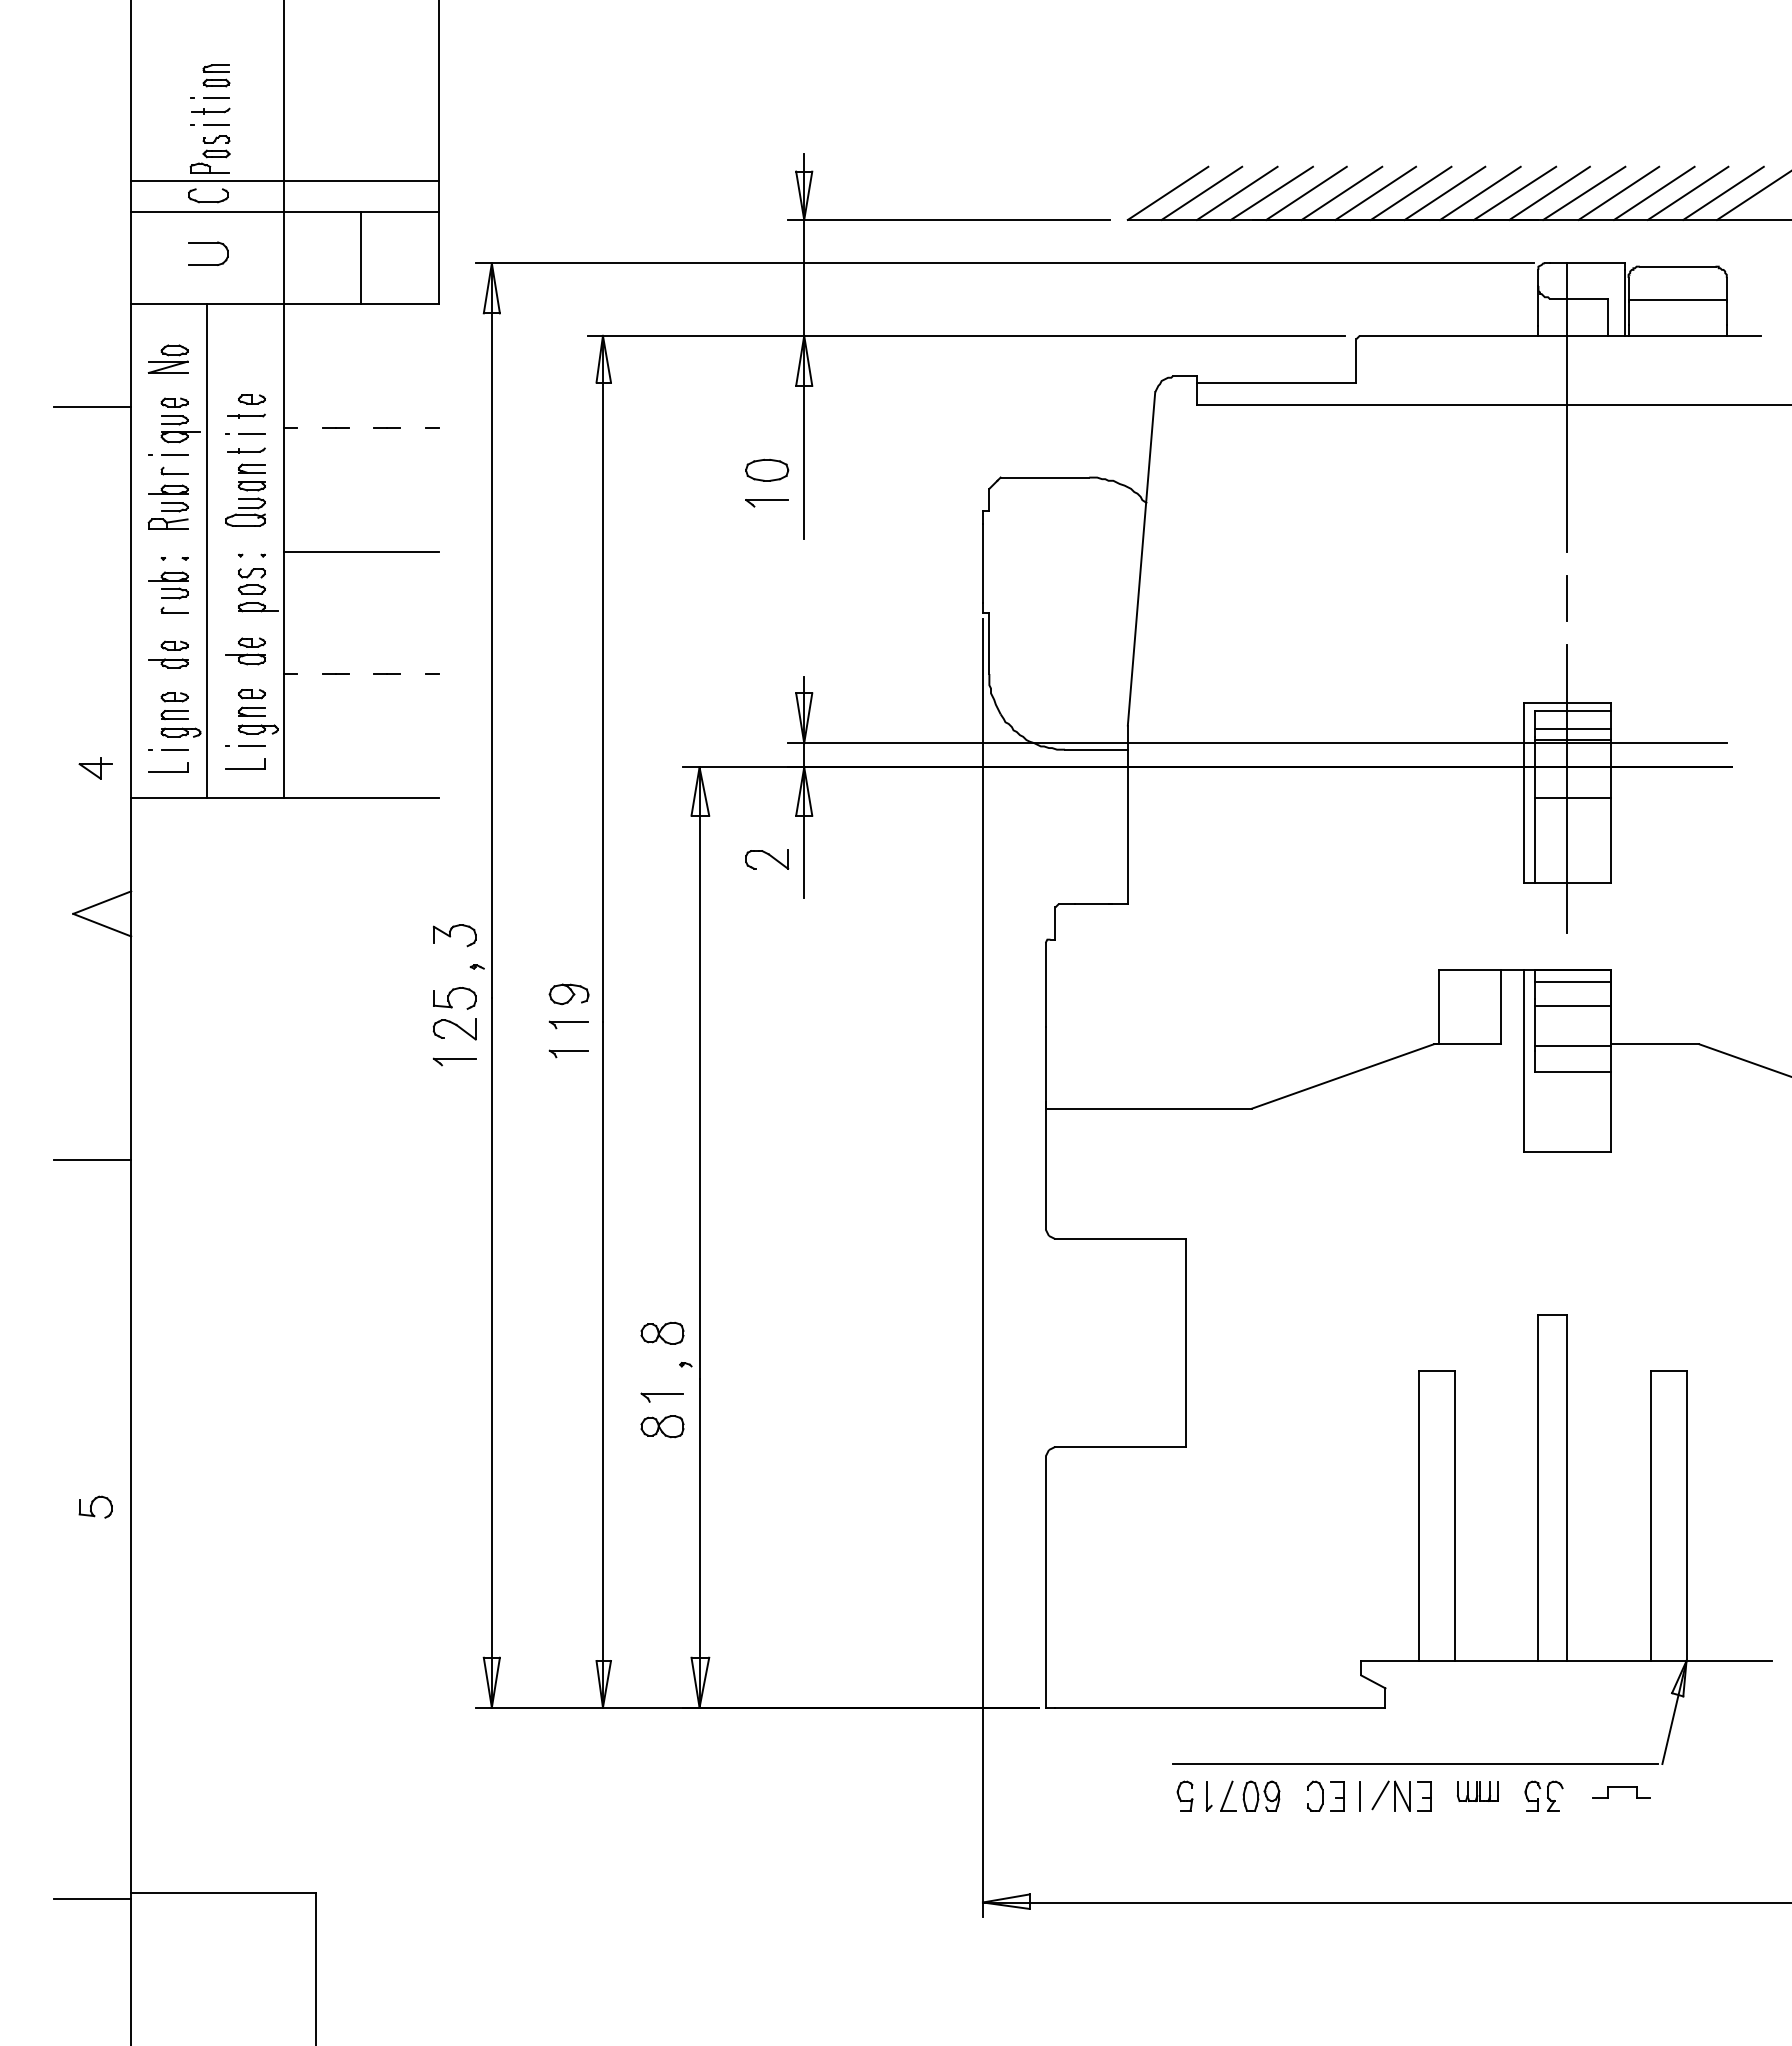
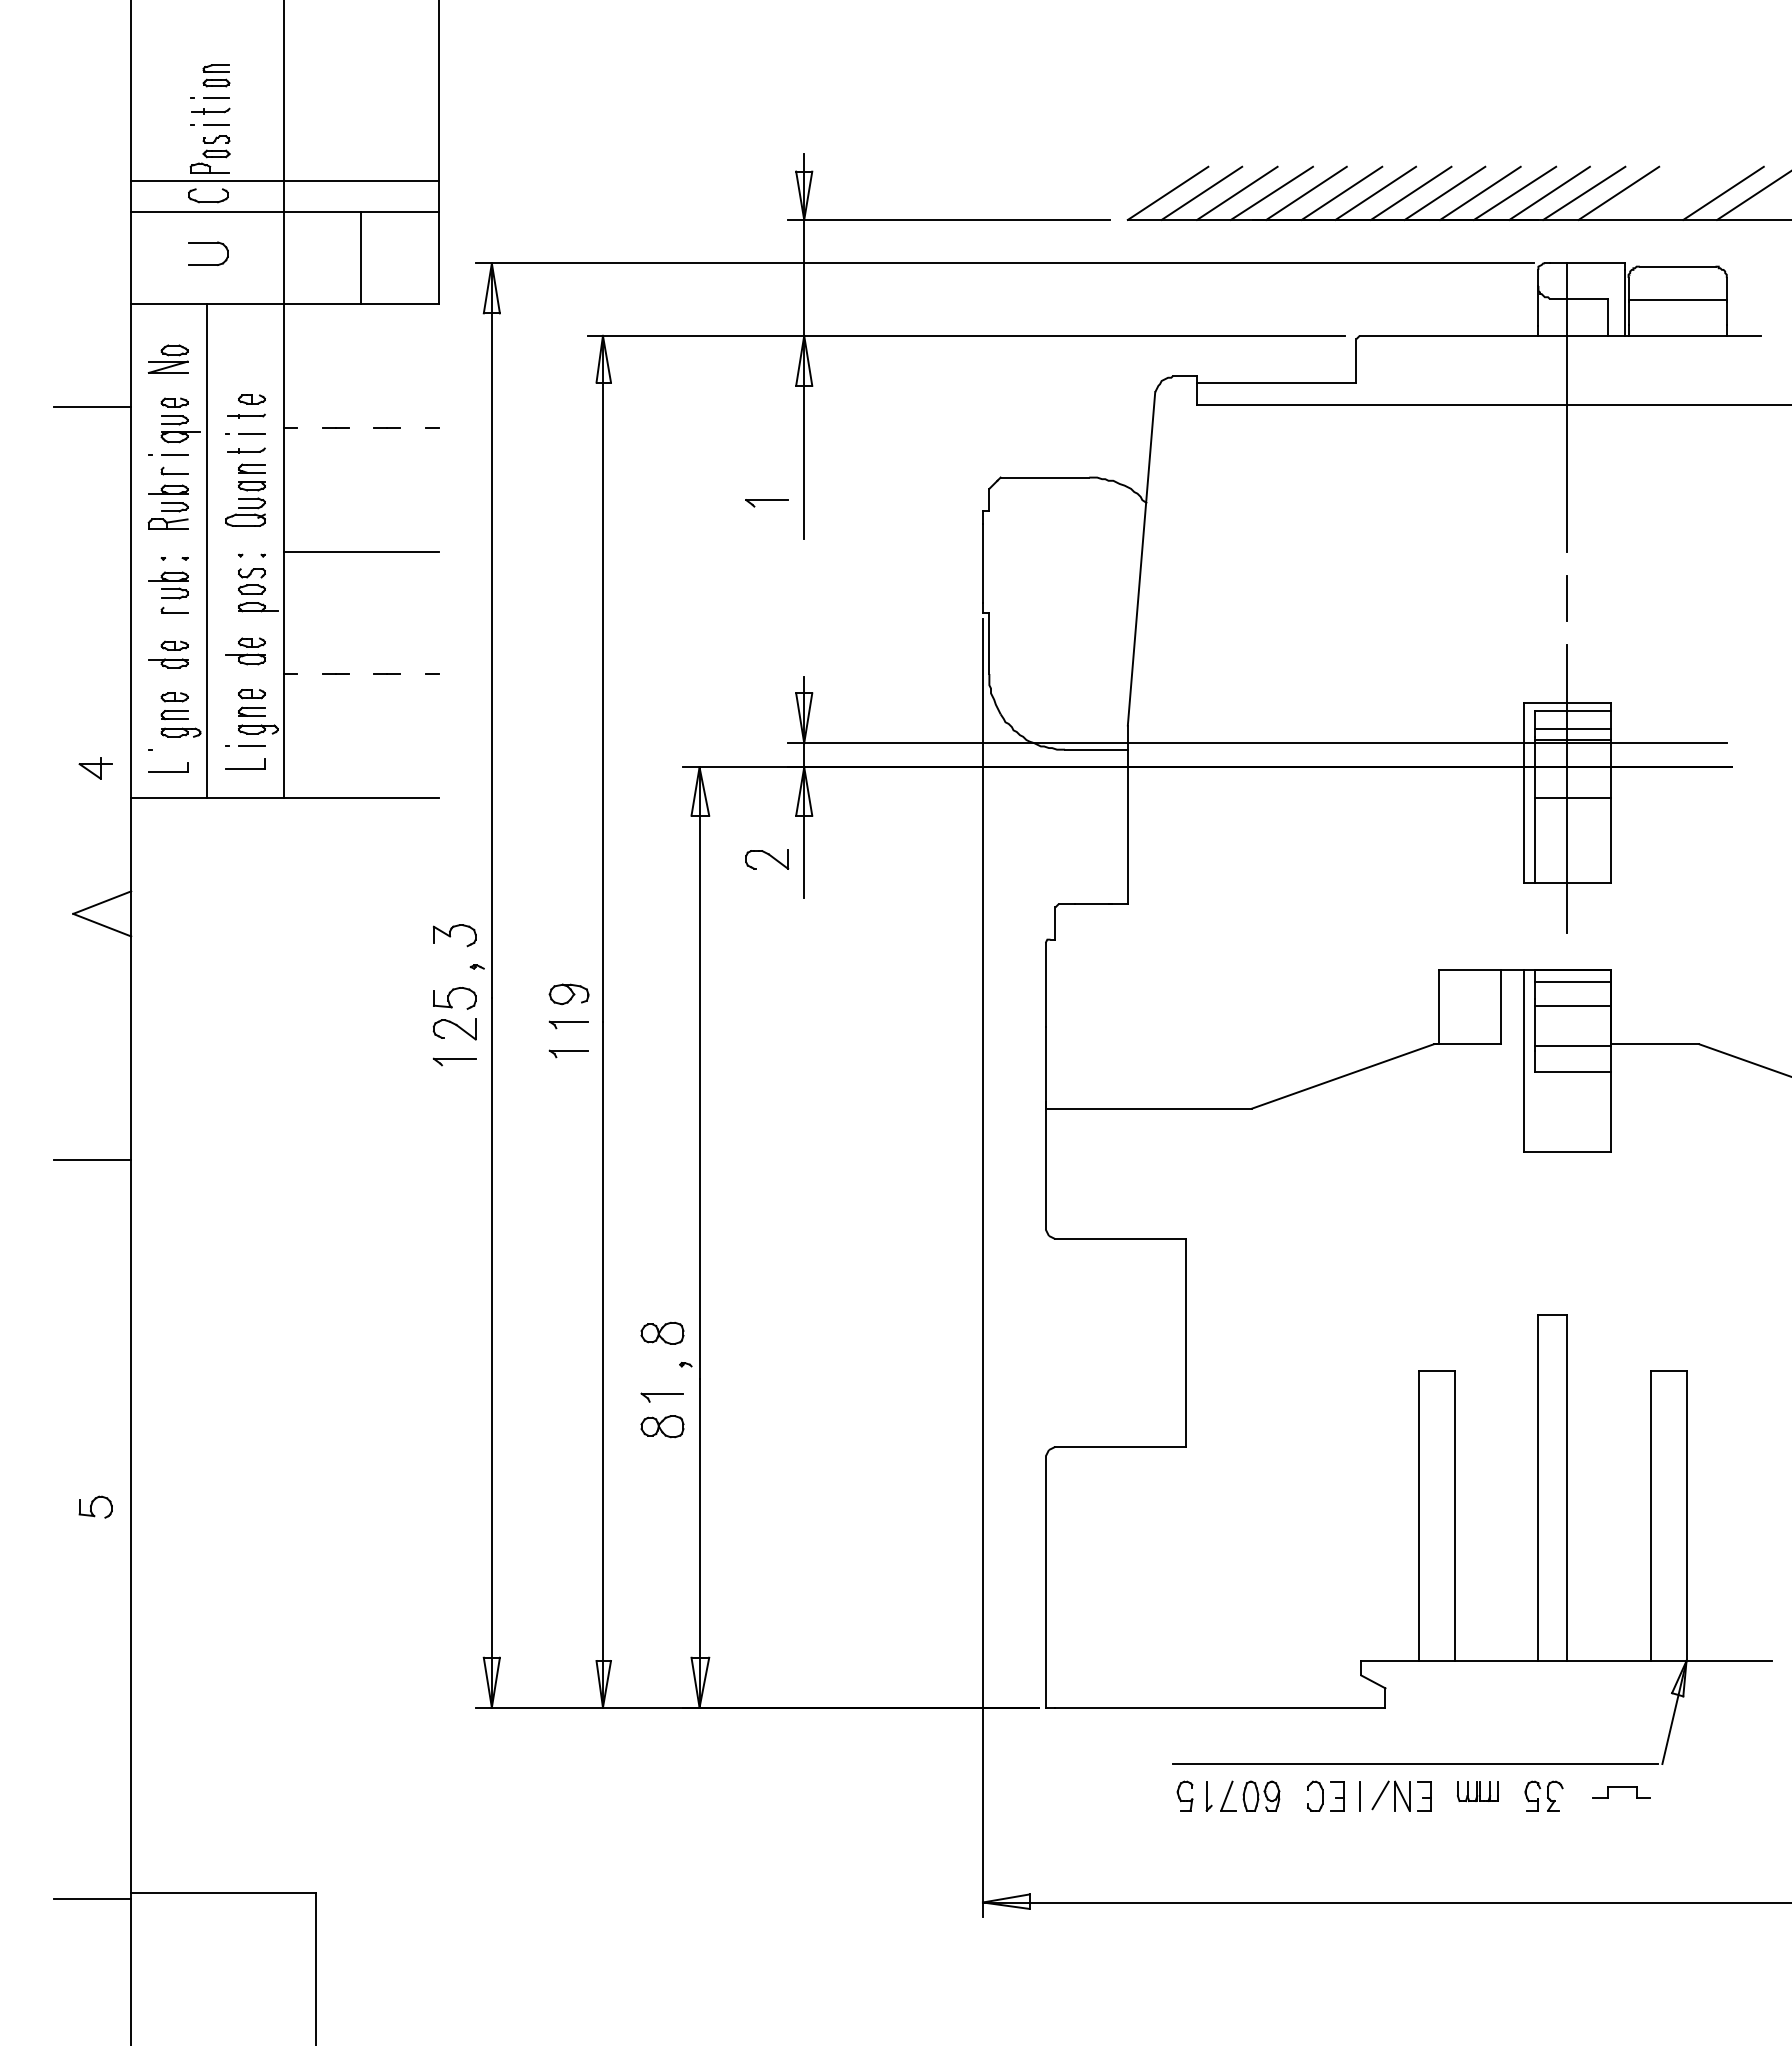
line at (1654, 192): present -> none
line at (1687, 192): present -> none
part at (767, 469): present -> none
line at (174, 749): present -> none
